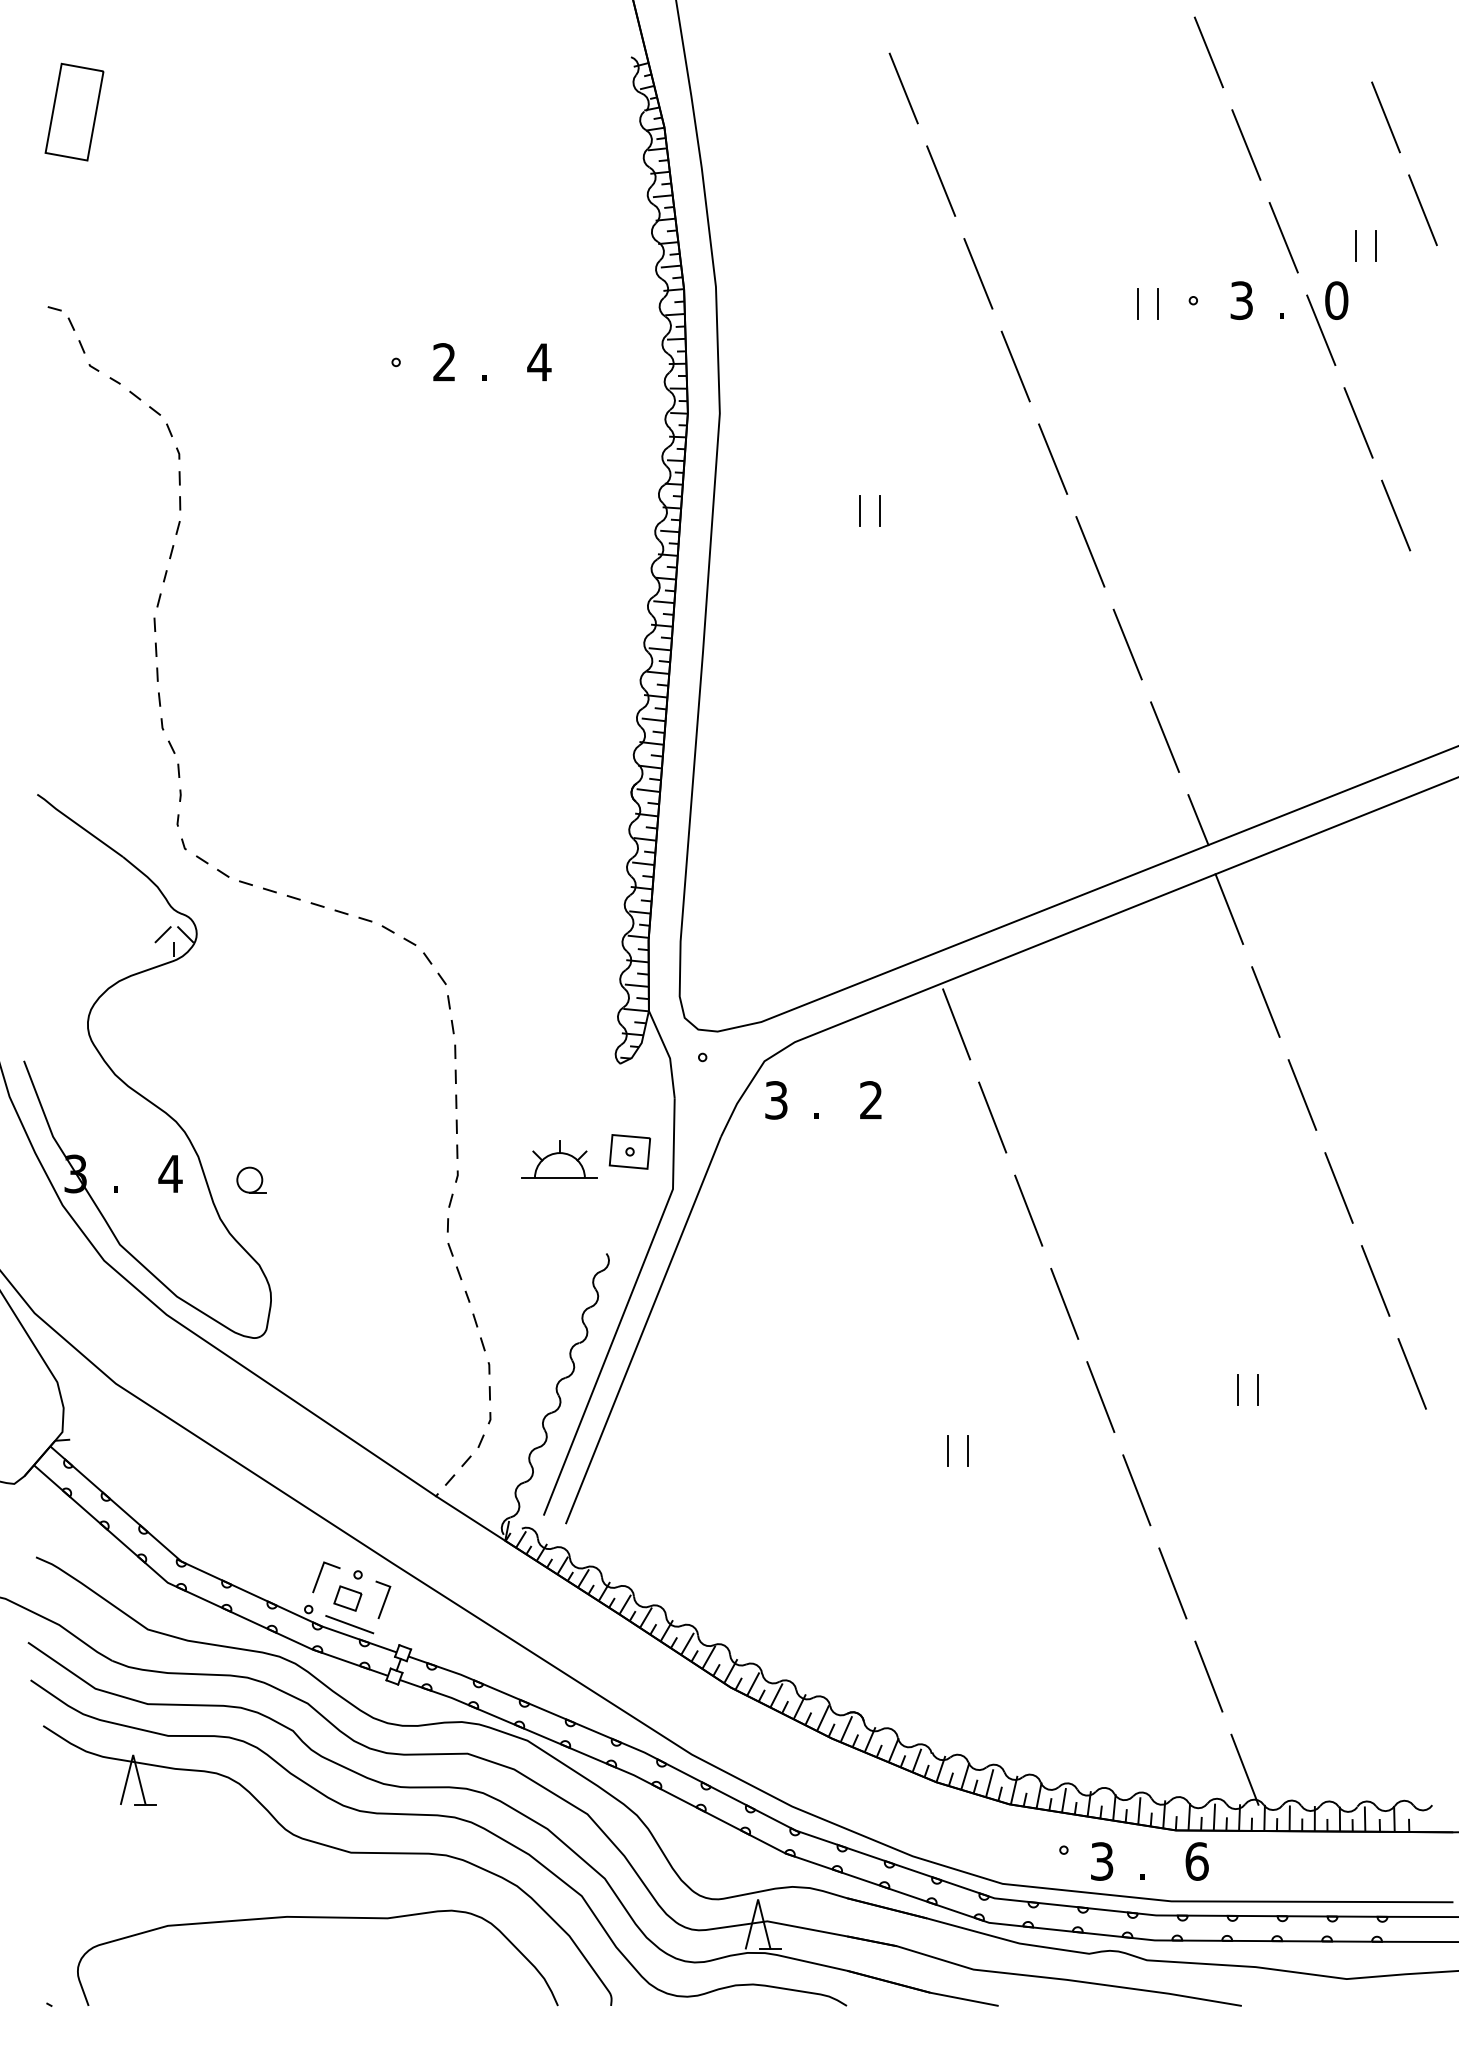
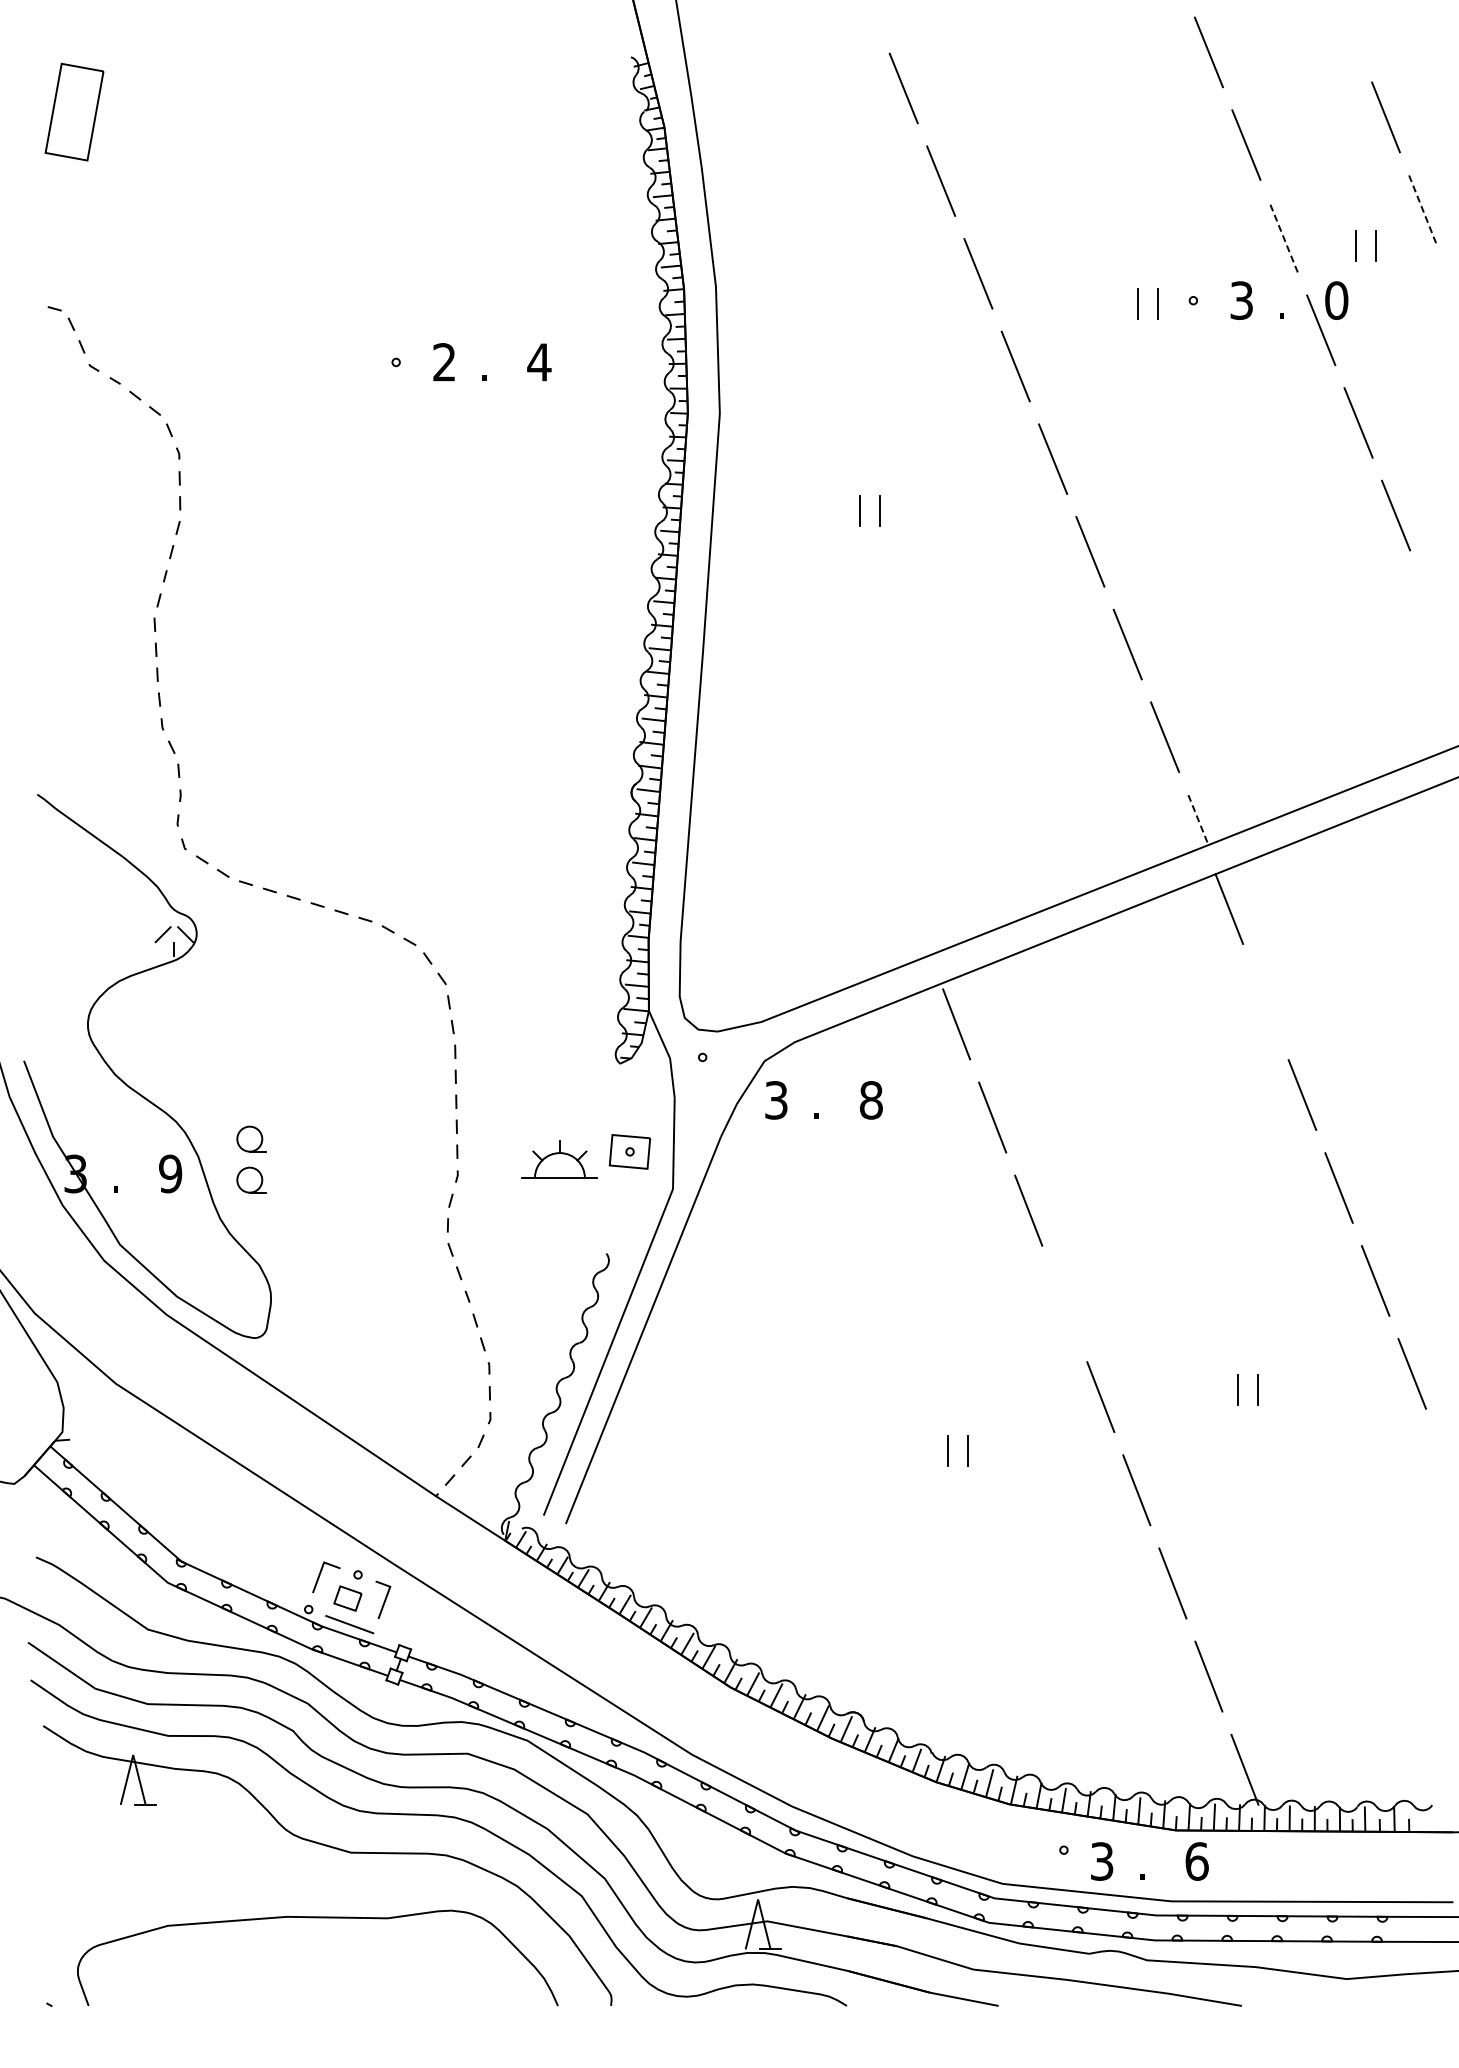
line at (1423, 210): solid -> dashed
line at (1283, 237): solid -> dashed
line at (1198, 820): solid -> dashed
line at (1265, 1001): present -> none
text at (870, 1100): 2 -> 8
part at (251, 1138): none -> present
text at (170, 1173): 4 -> 9
line at (1064, 1303): present -> none
